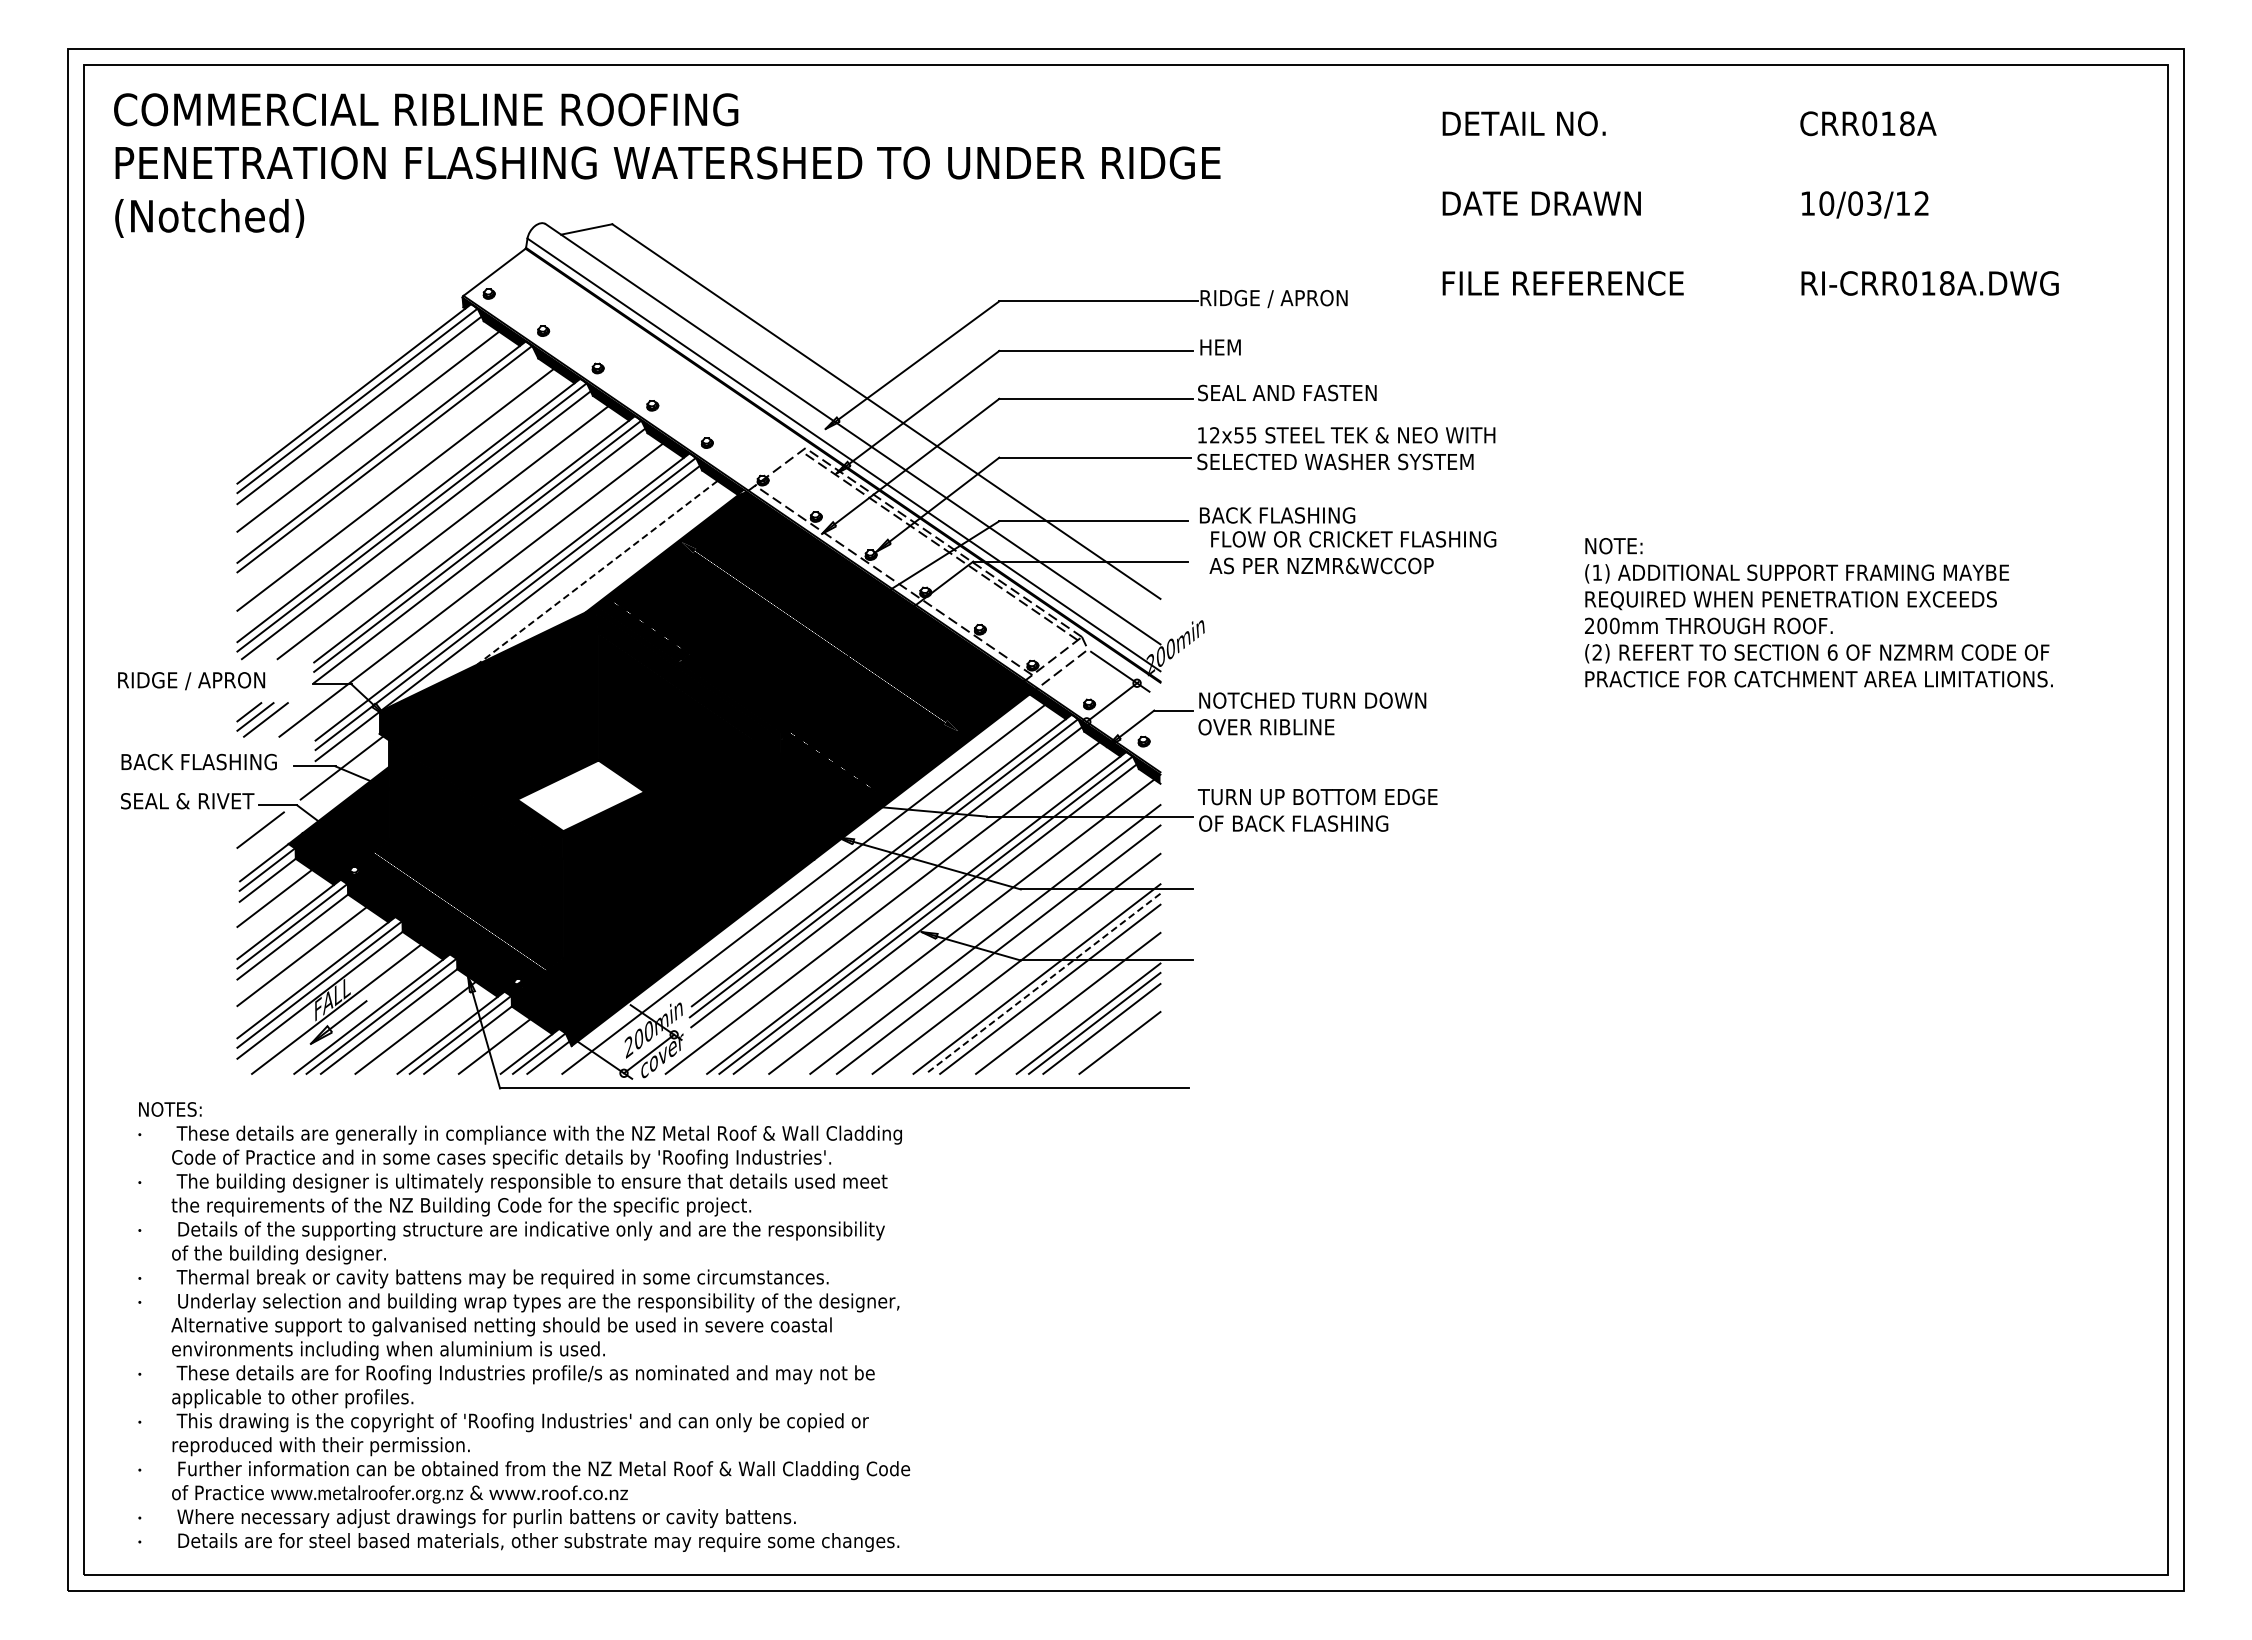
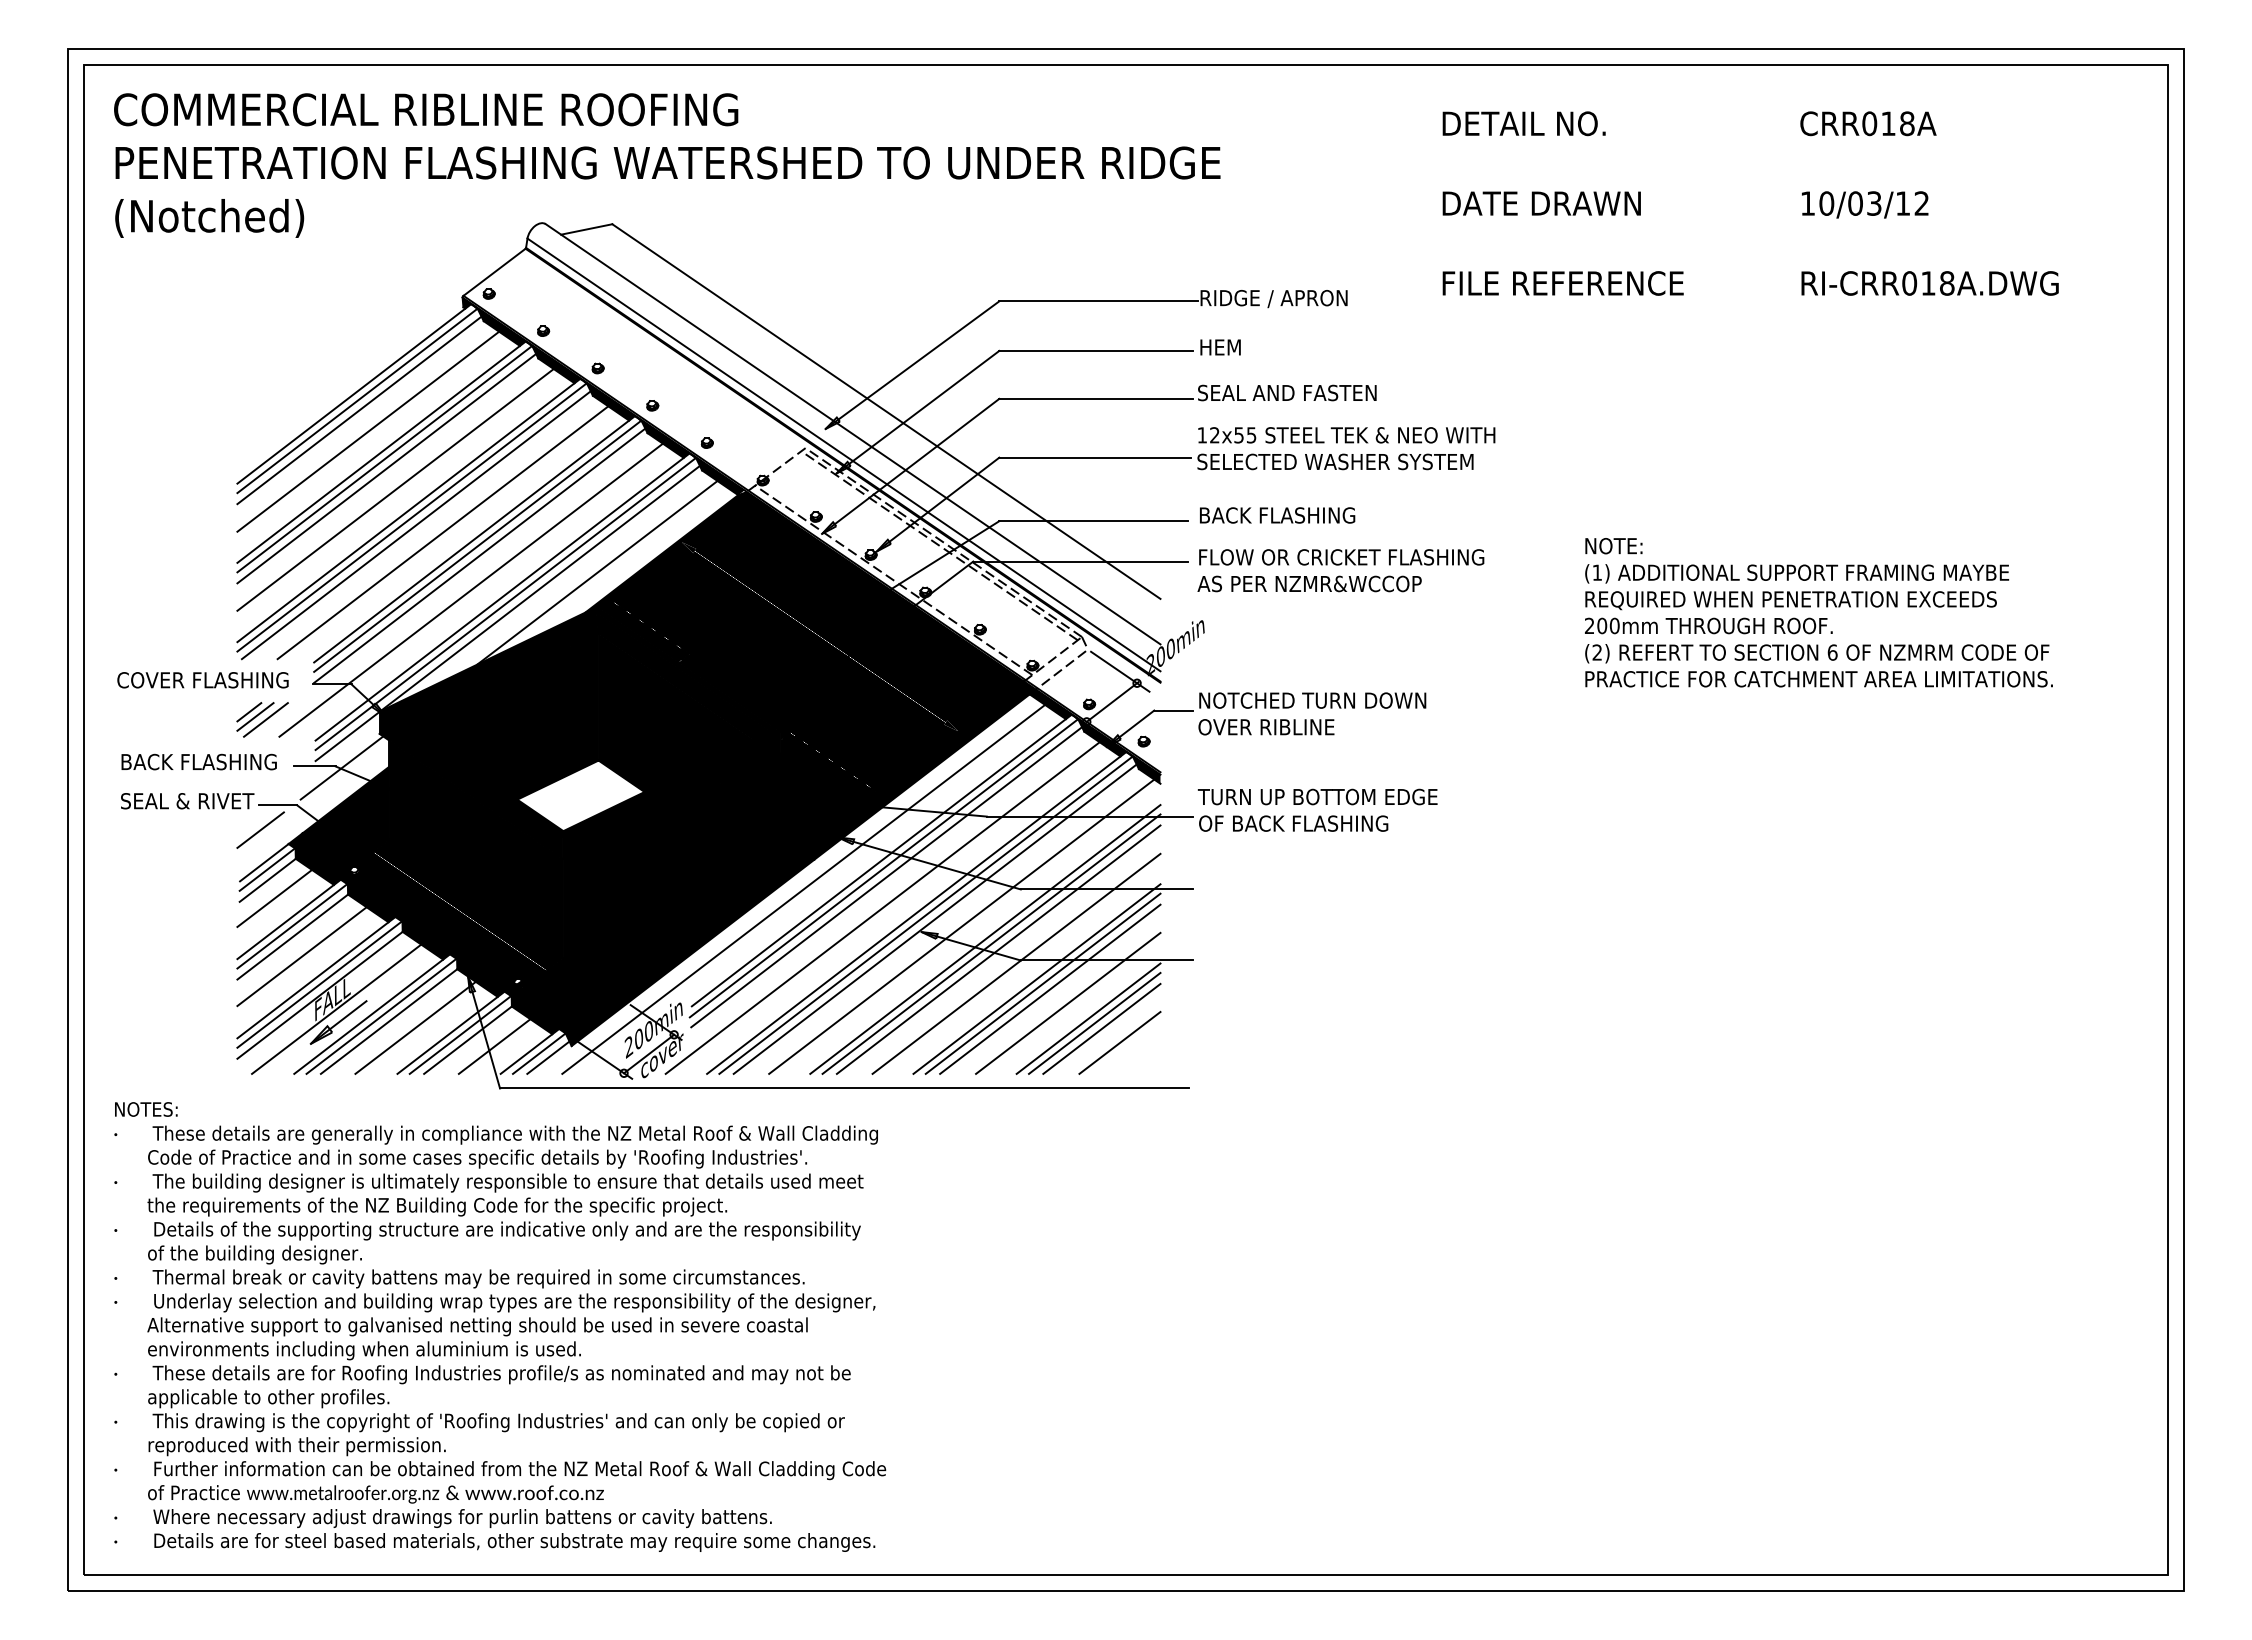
line at (386, 468): none -> present
text at (1352, 552) position: (1352, 552) -> (1340, 570)
line at (597, 573): dashed -> solid
text at (202, 681): RIDGE / APRON -> COVER FLASHING
line at (991, 943): none -> present
line at (1043, 983): dashed -> solid
text at (524, 1326) position: (524, 1326) -> (500, 1326)
